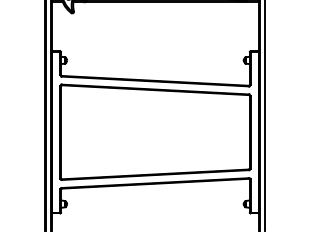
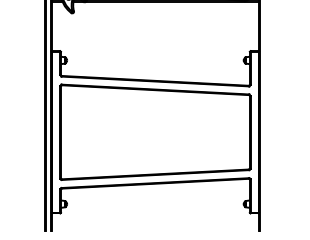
line at (264, 116): present -> none
